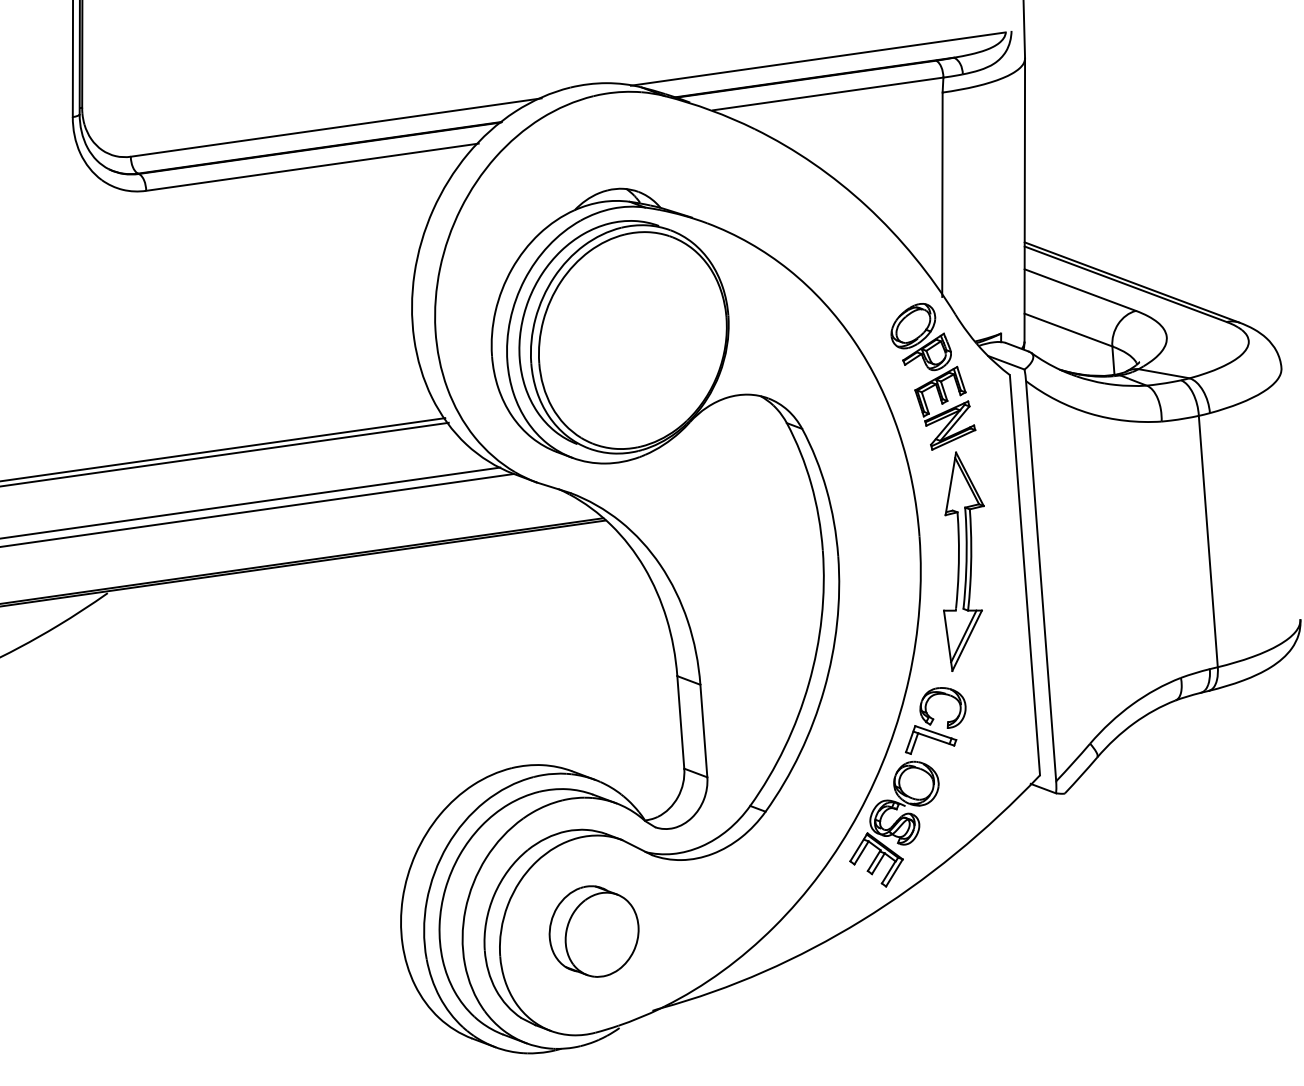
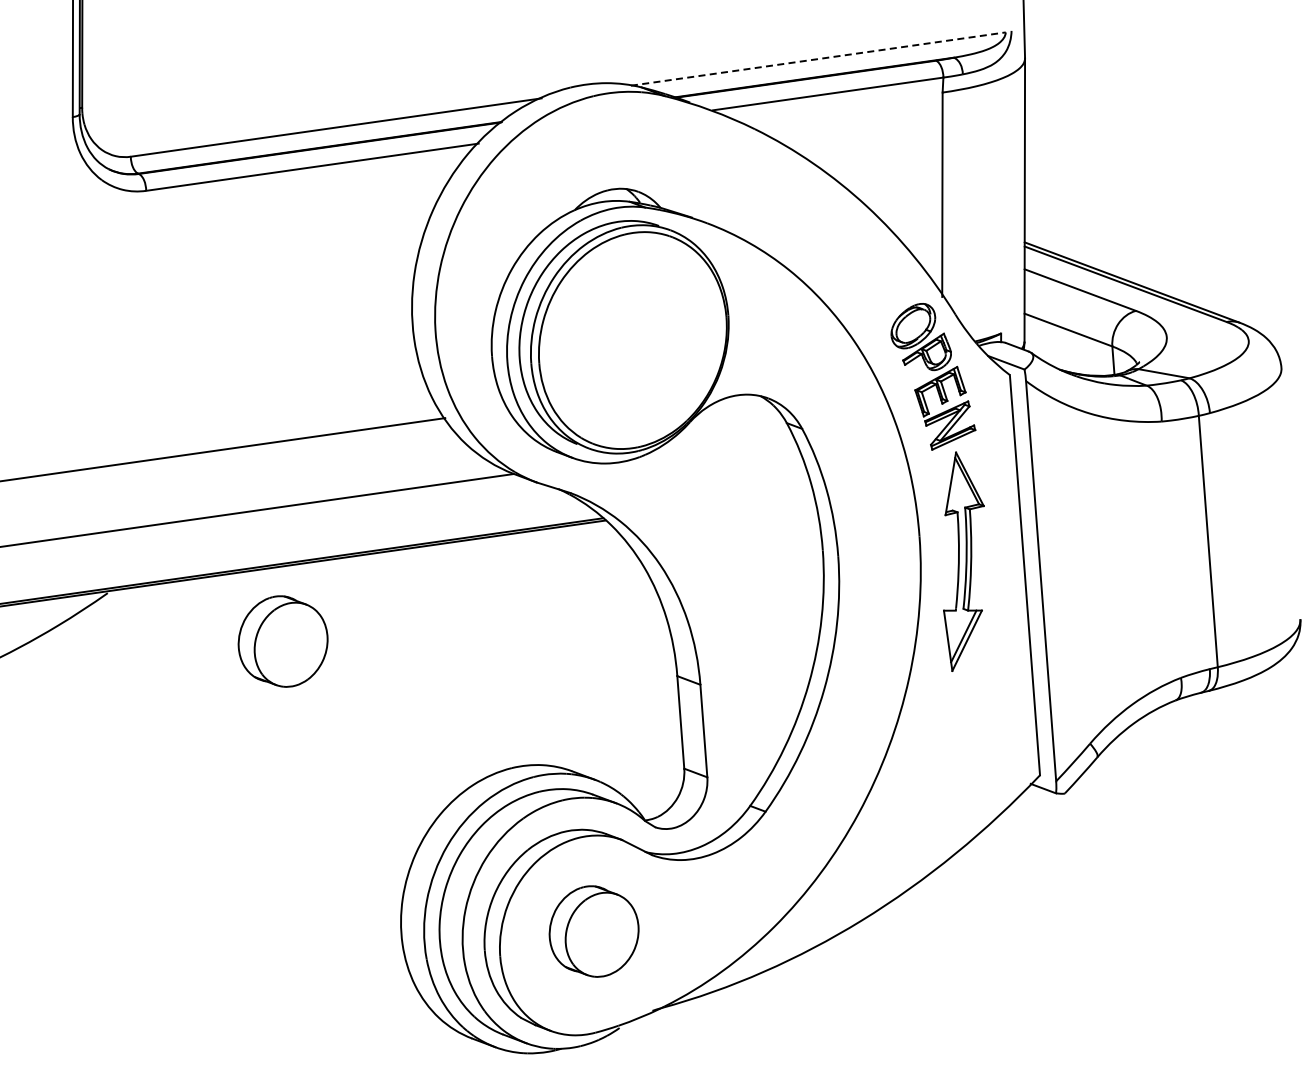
line at (818, 59): solid -> dashed
line at (225, 454): present -> none
line at (251, 502): present -> none
part at (282, 641): none -> present
part at (907, 787): present -> none
